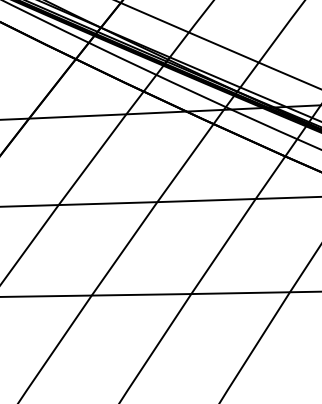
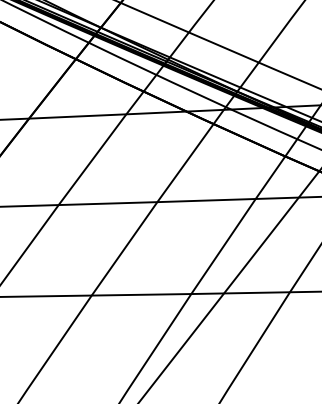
line at (229, 286): none -> present
